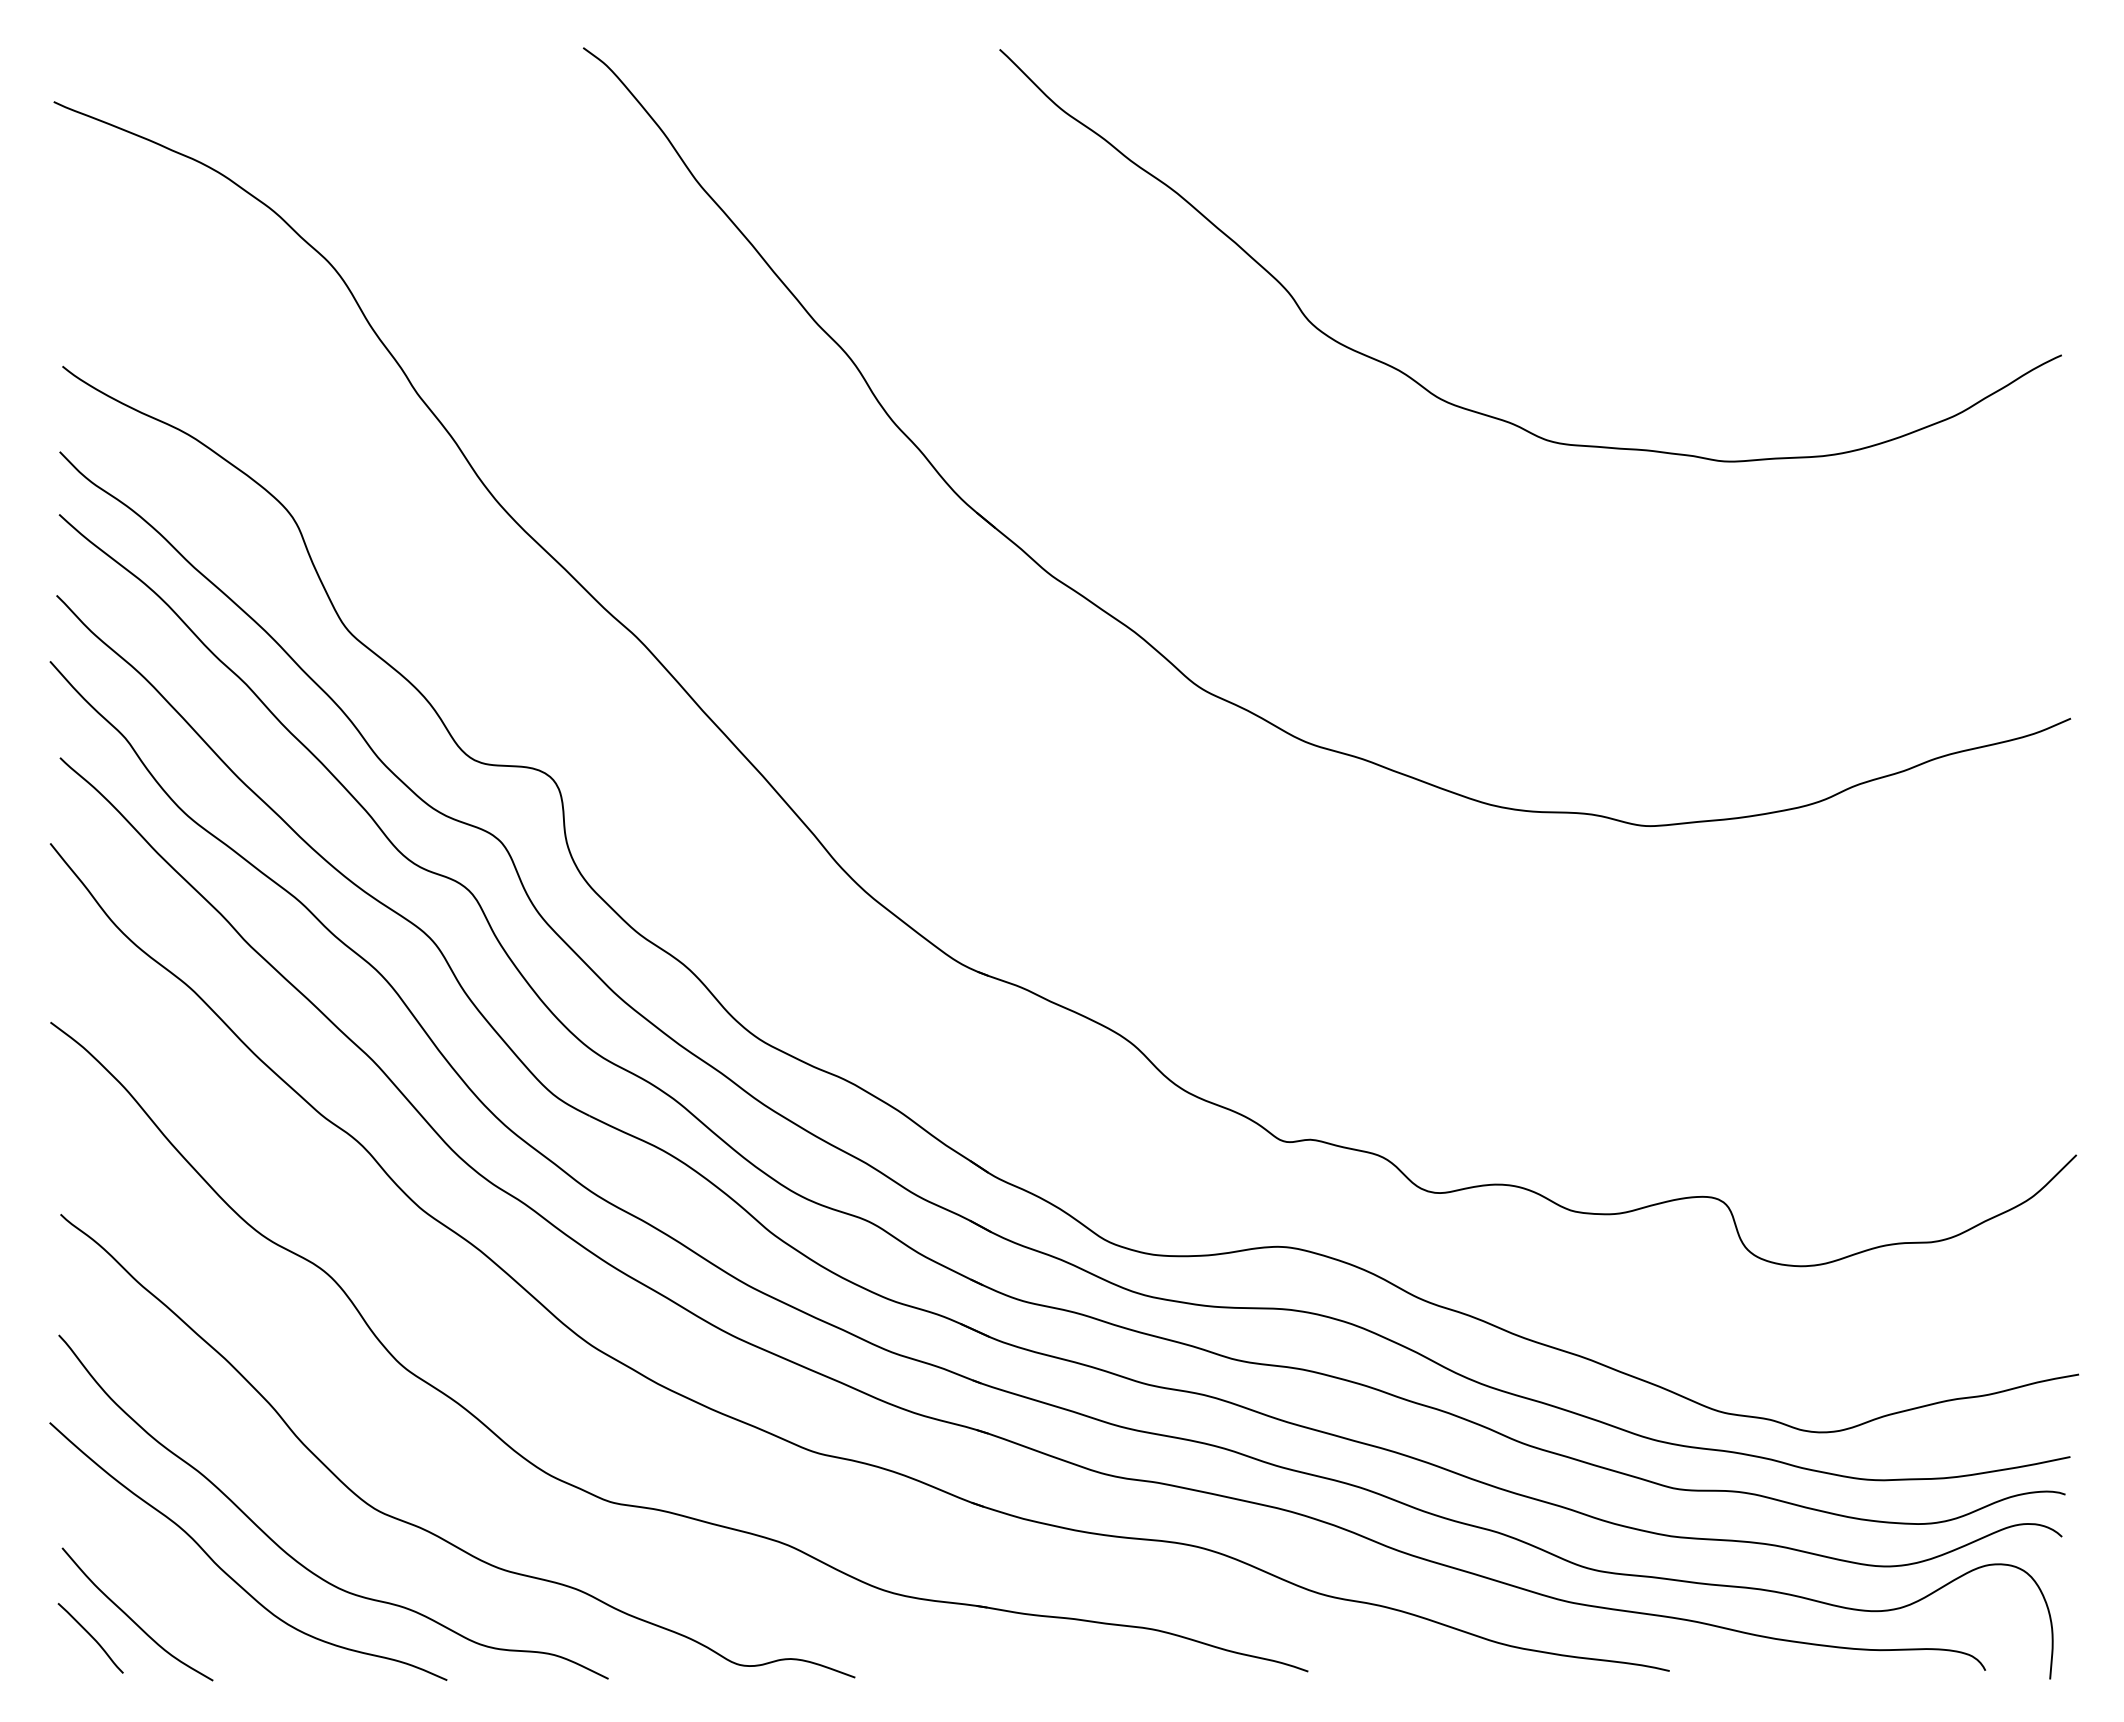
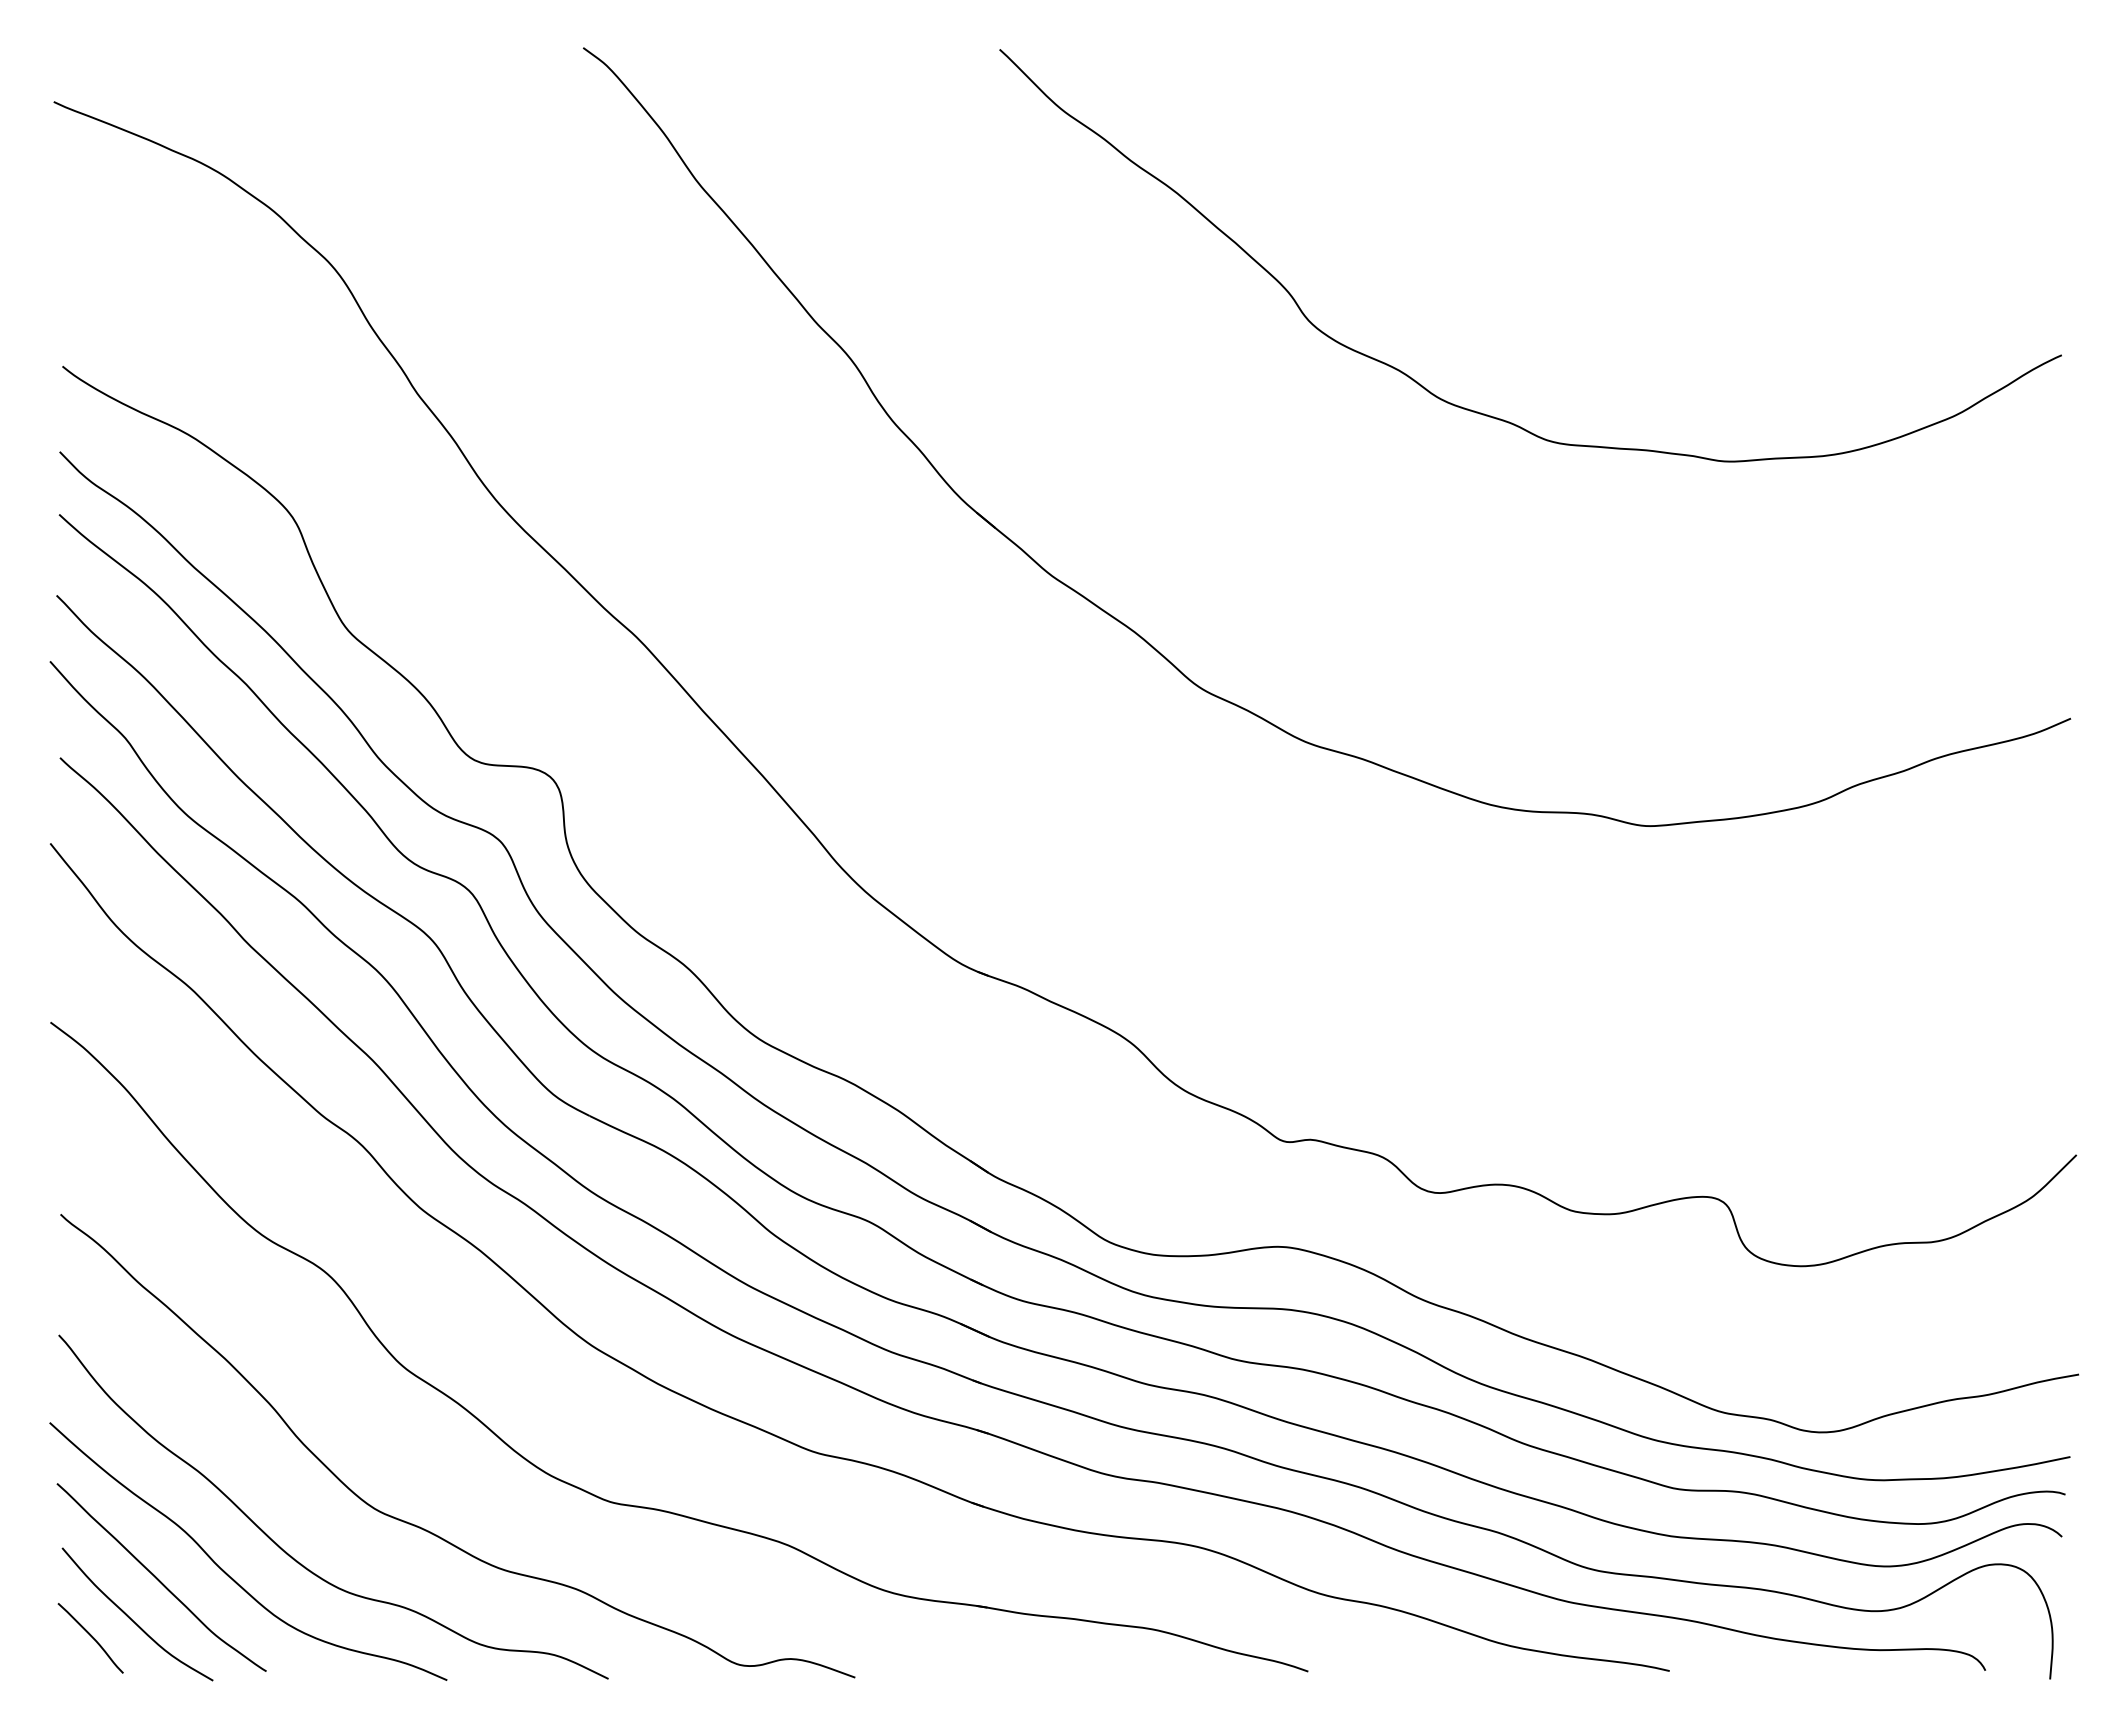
curve at (159, 1579): none -> present
